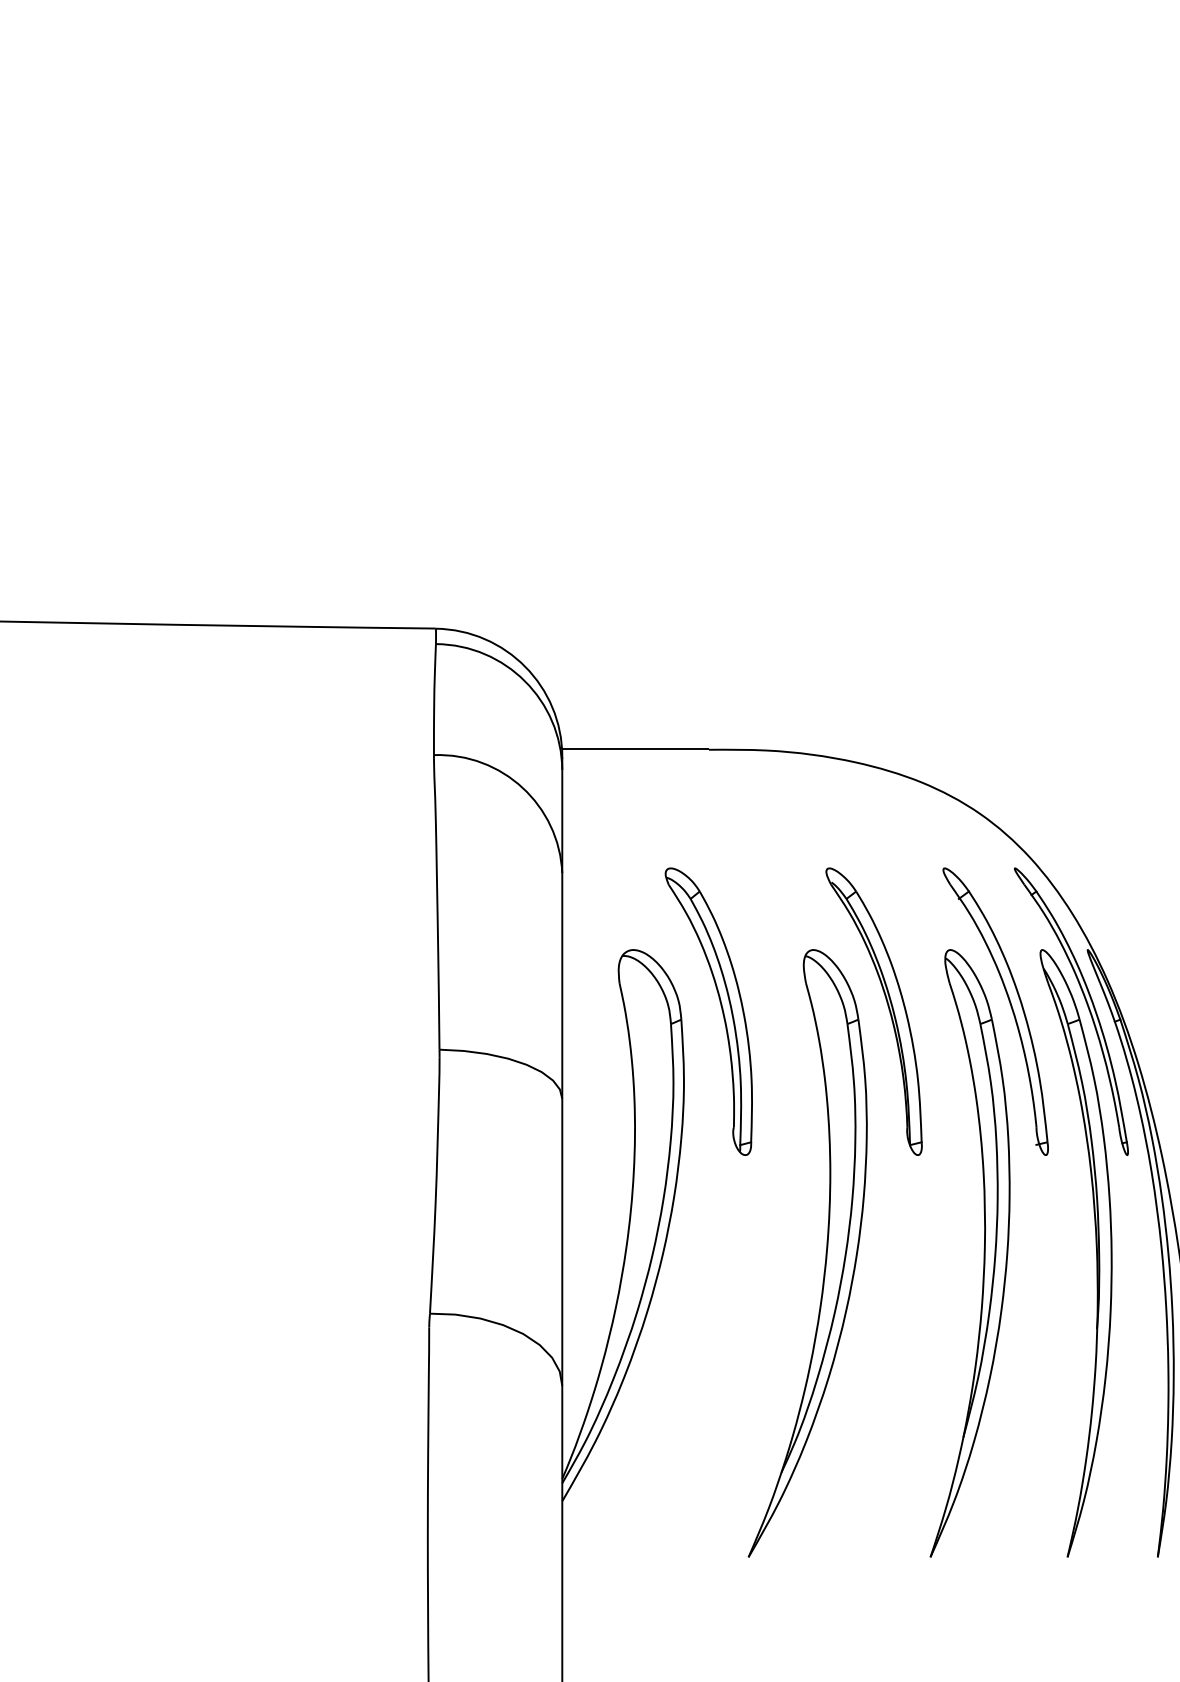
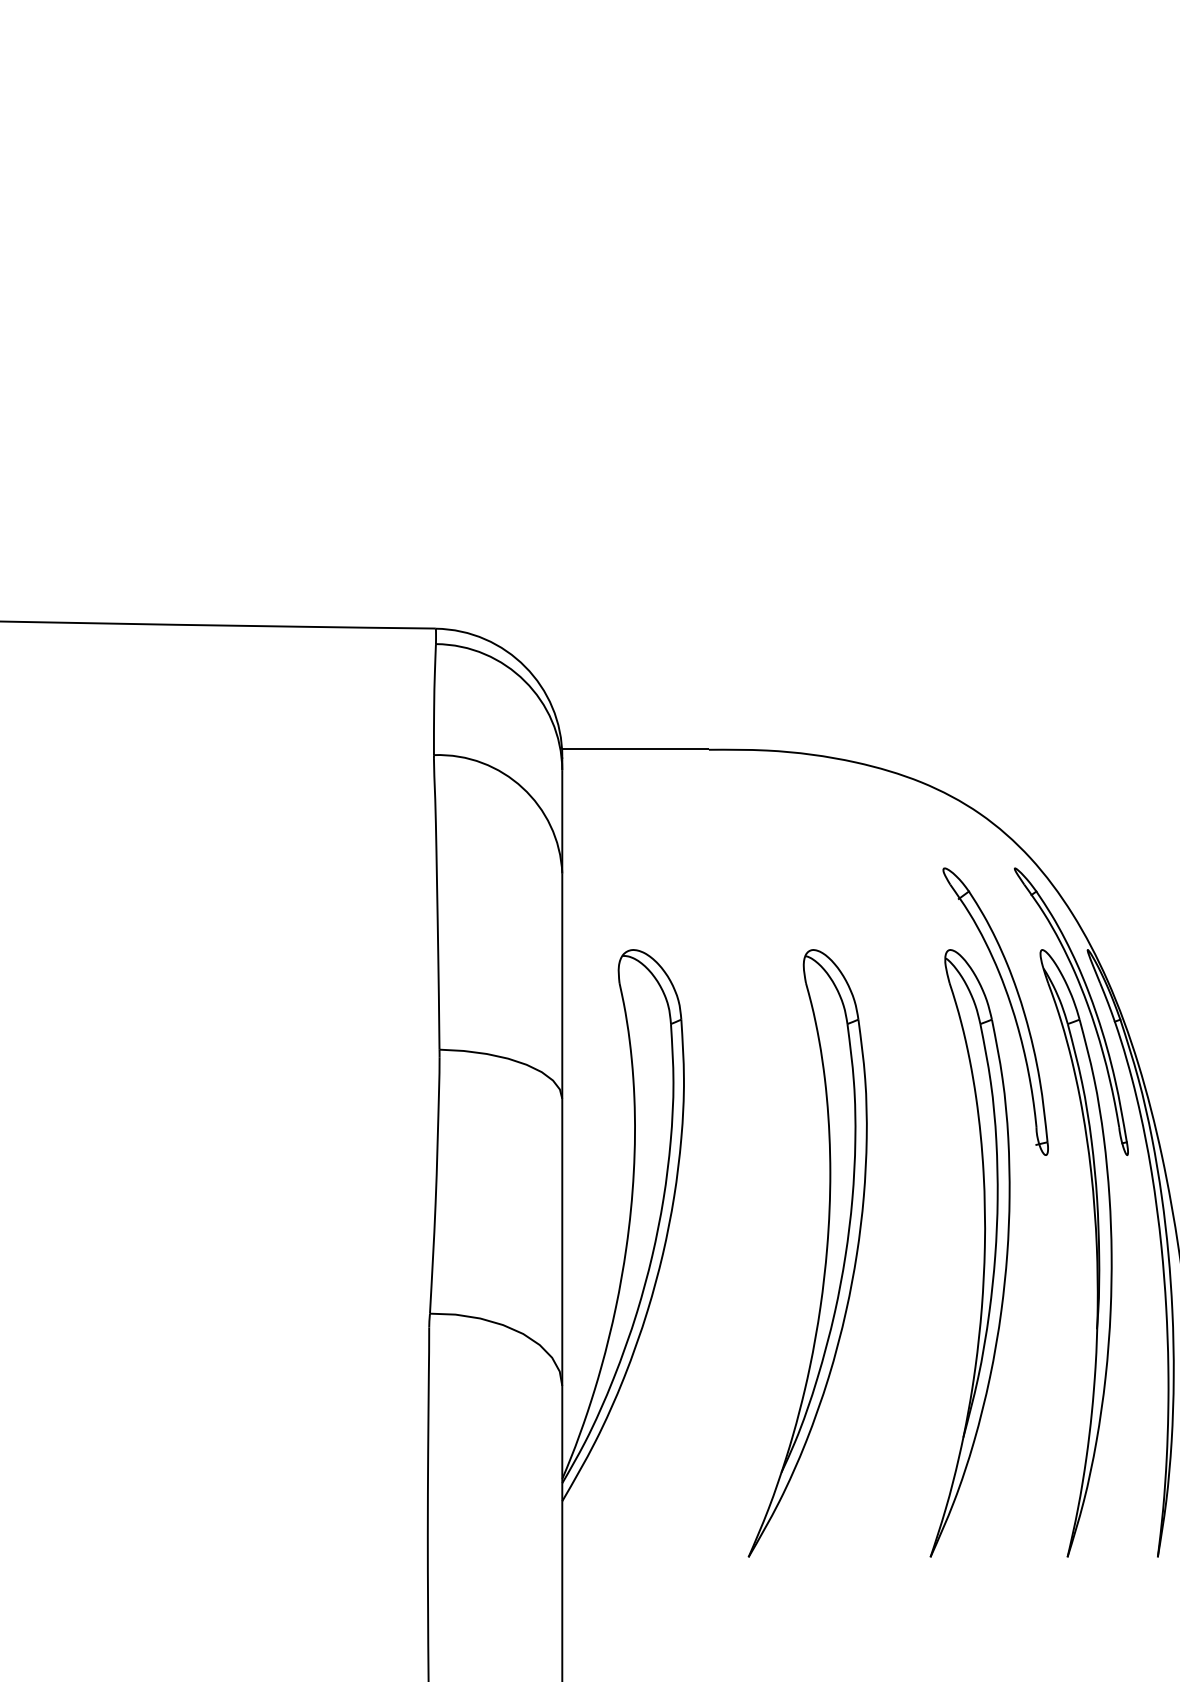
part at (720, 1006): present -> none
part at (887, 1006): present -> none
